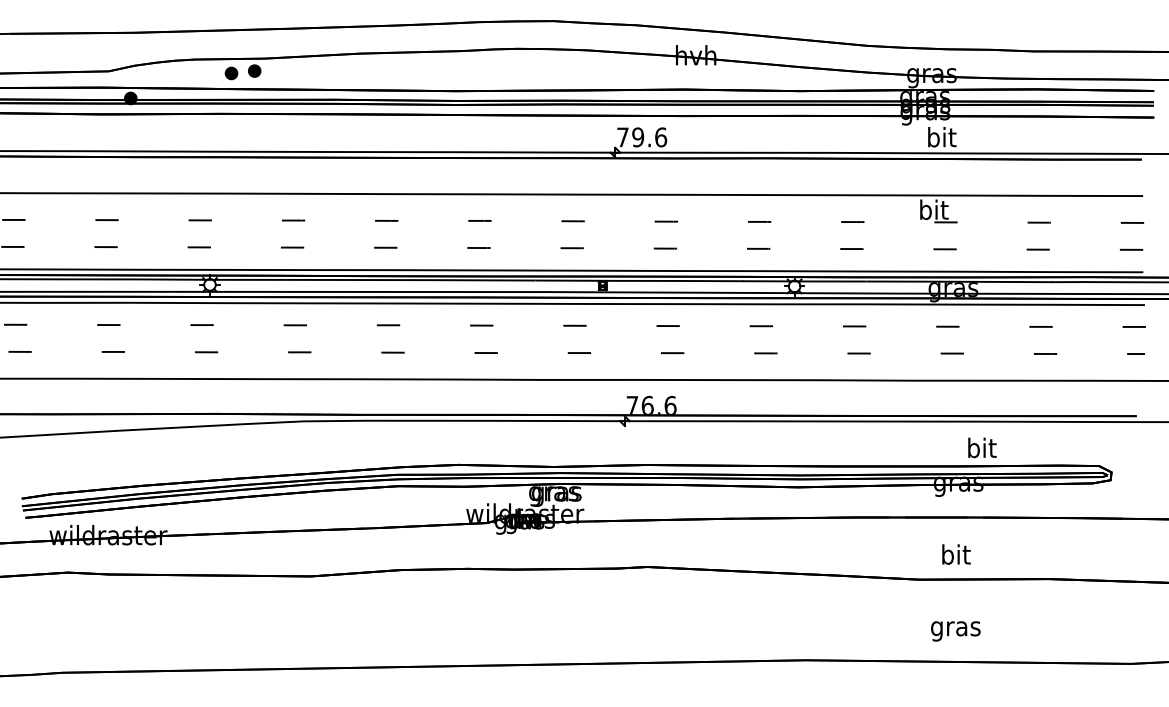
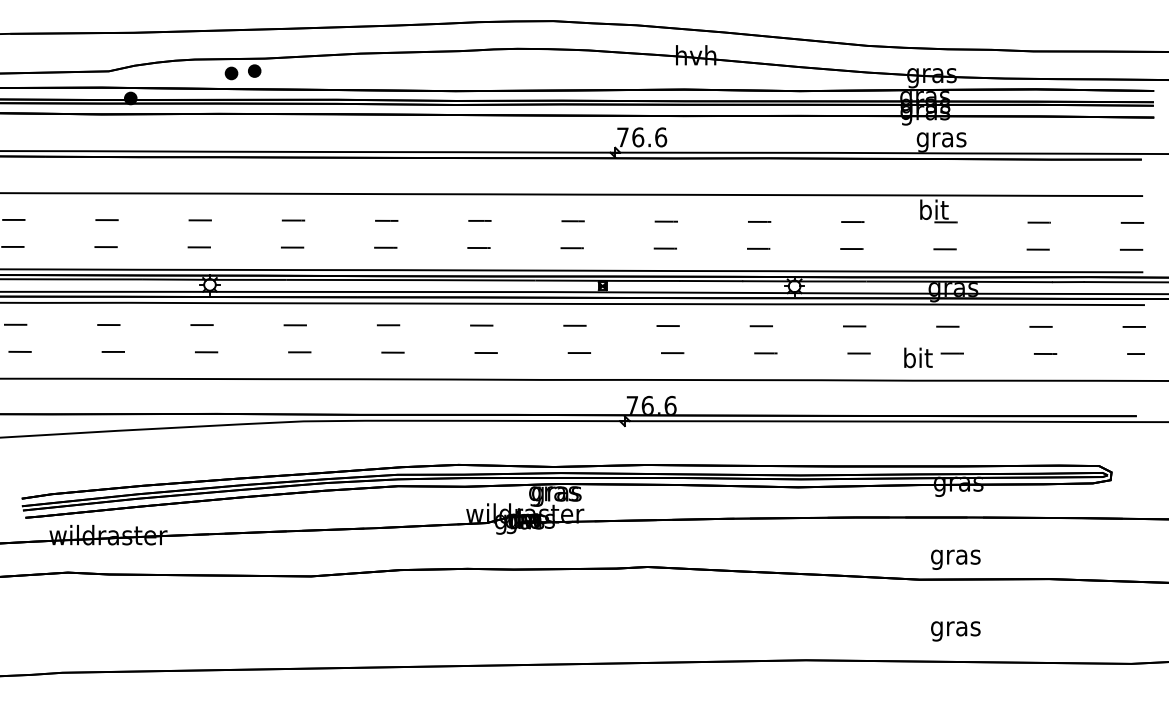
text at (638, 137): 79.6 -> 76.6
text at (941, 139): bit -> gras
text at (982, 447) position: (982, 447) -> (918, 357)
text at (955, 556): bit -> gras
